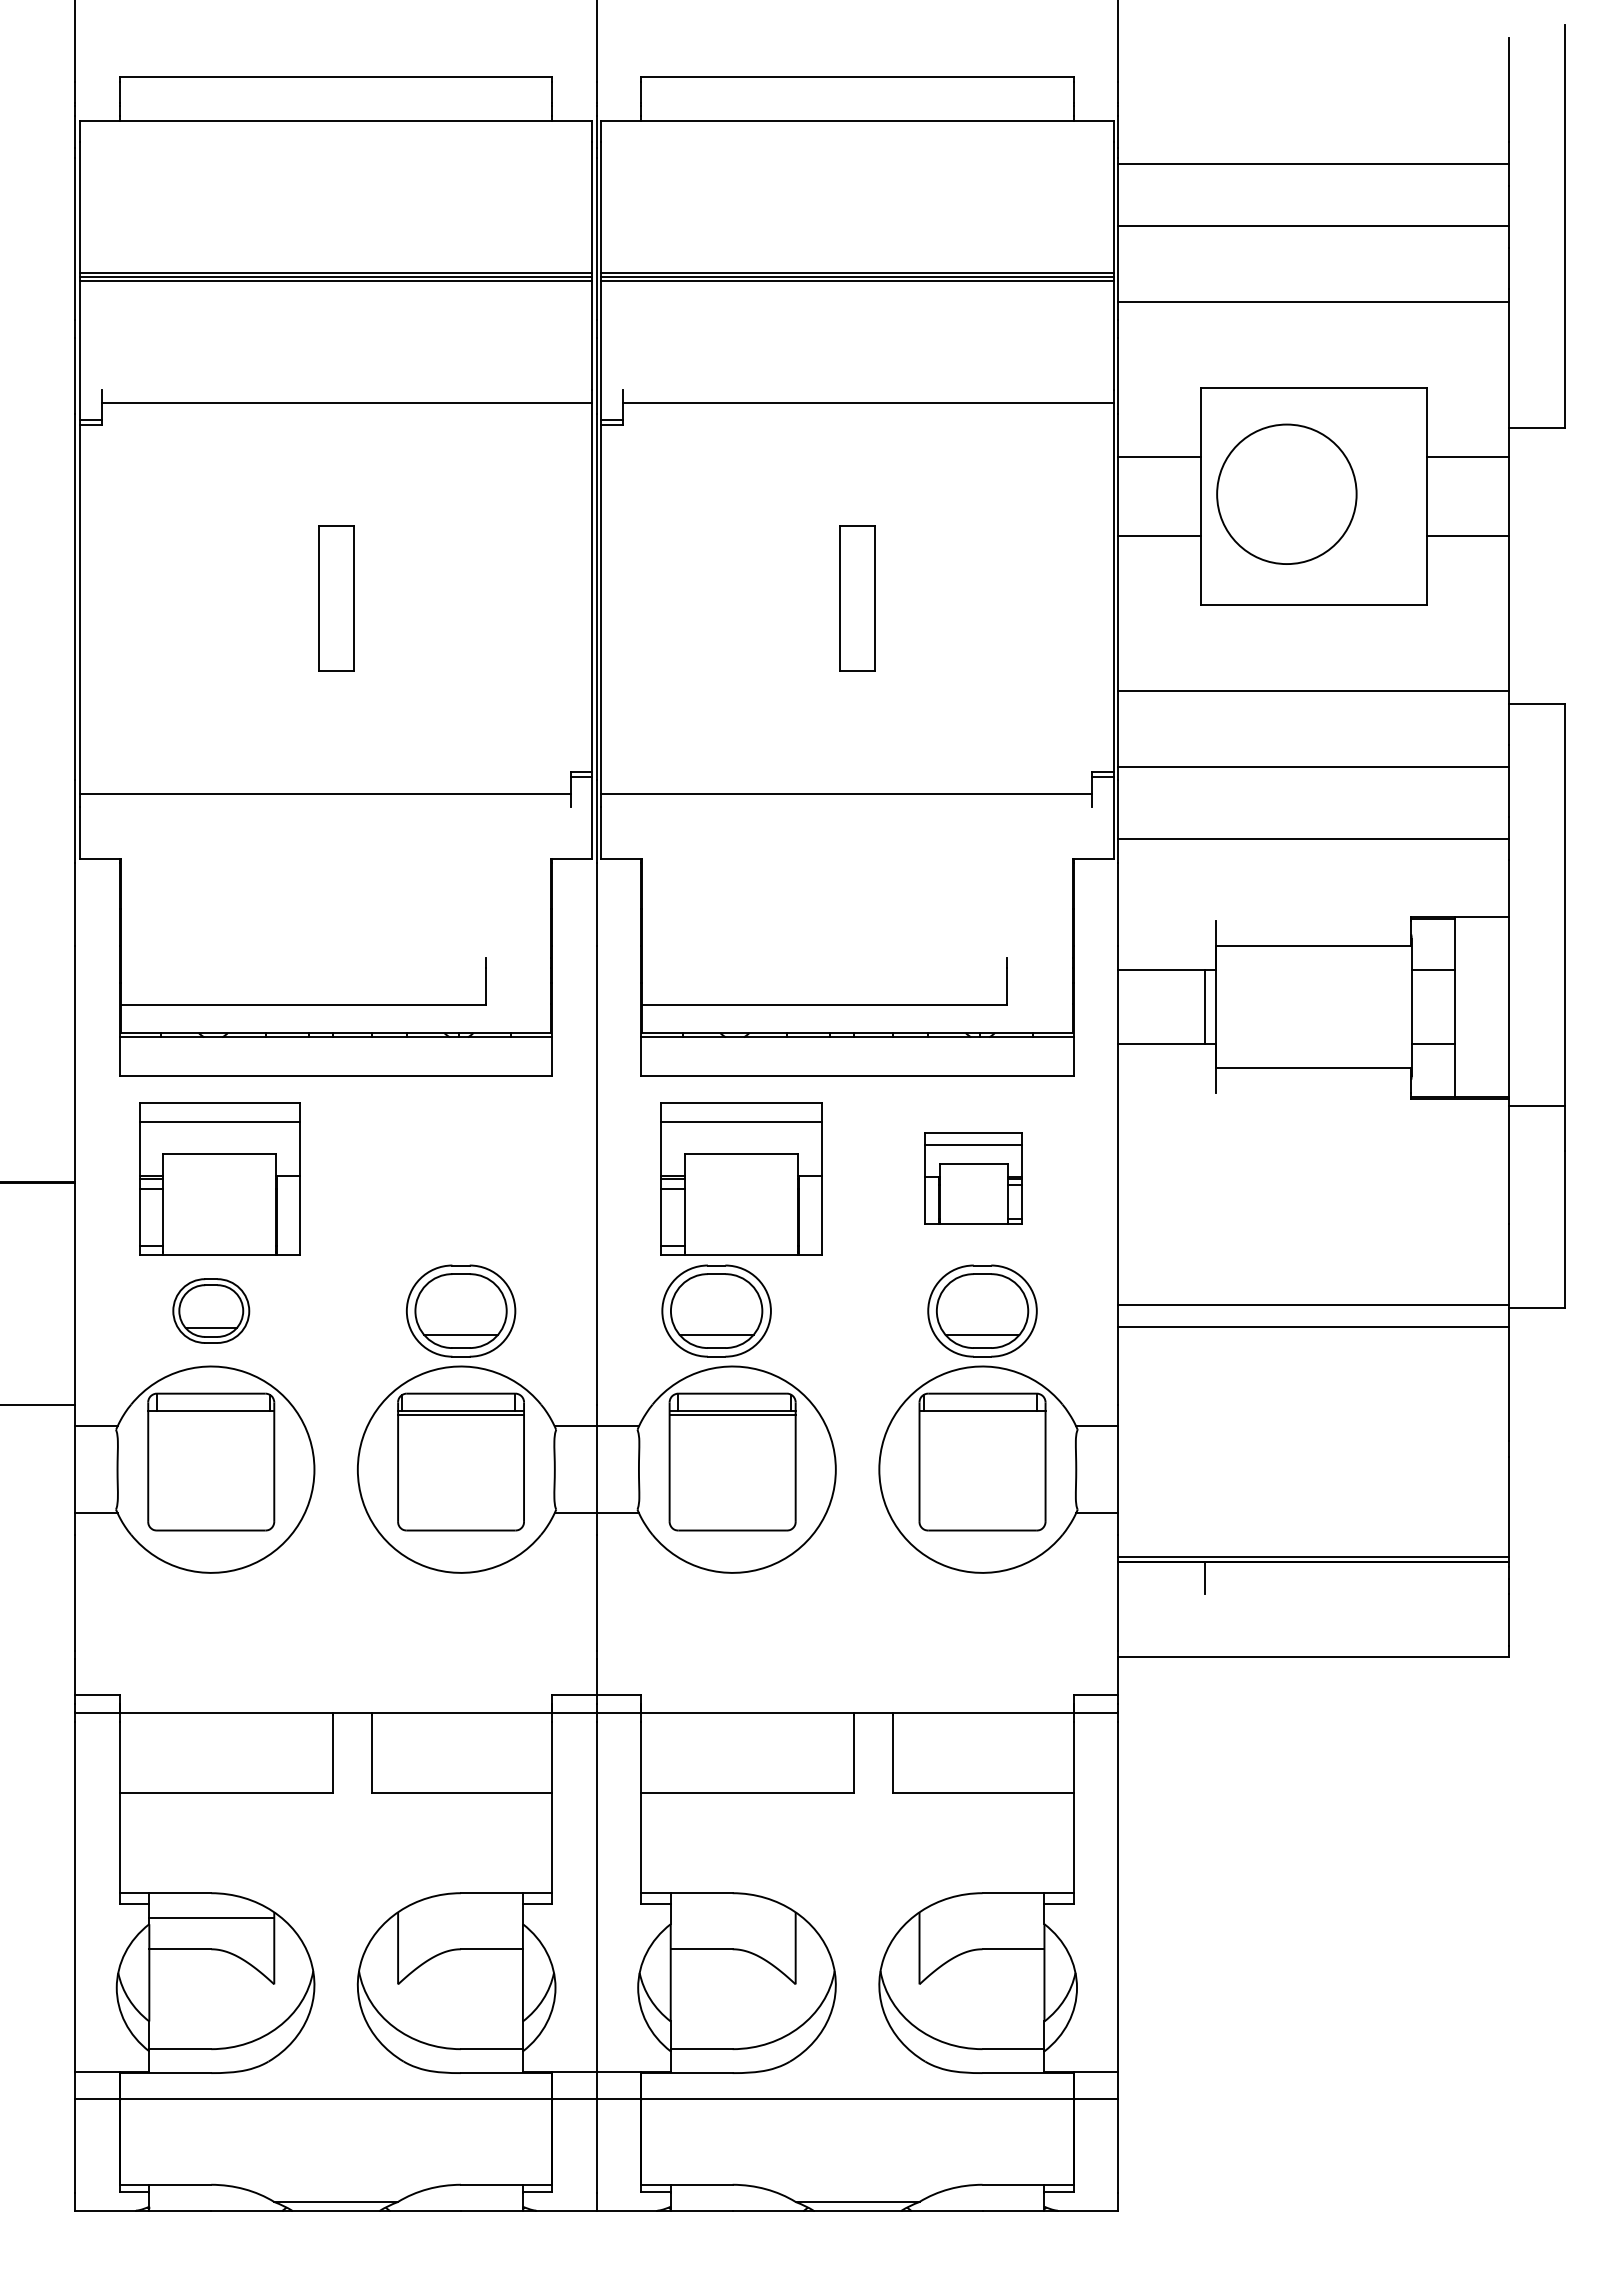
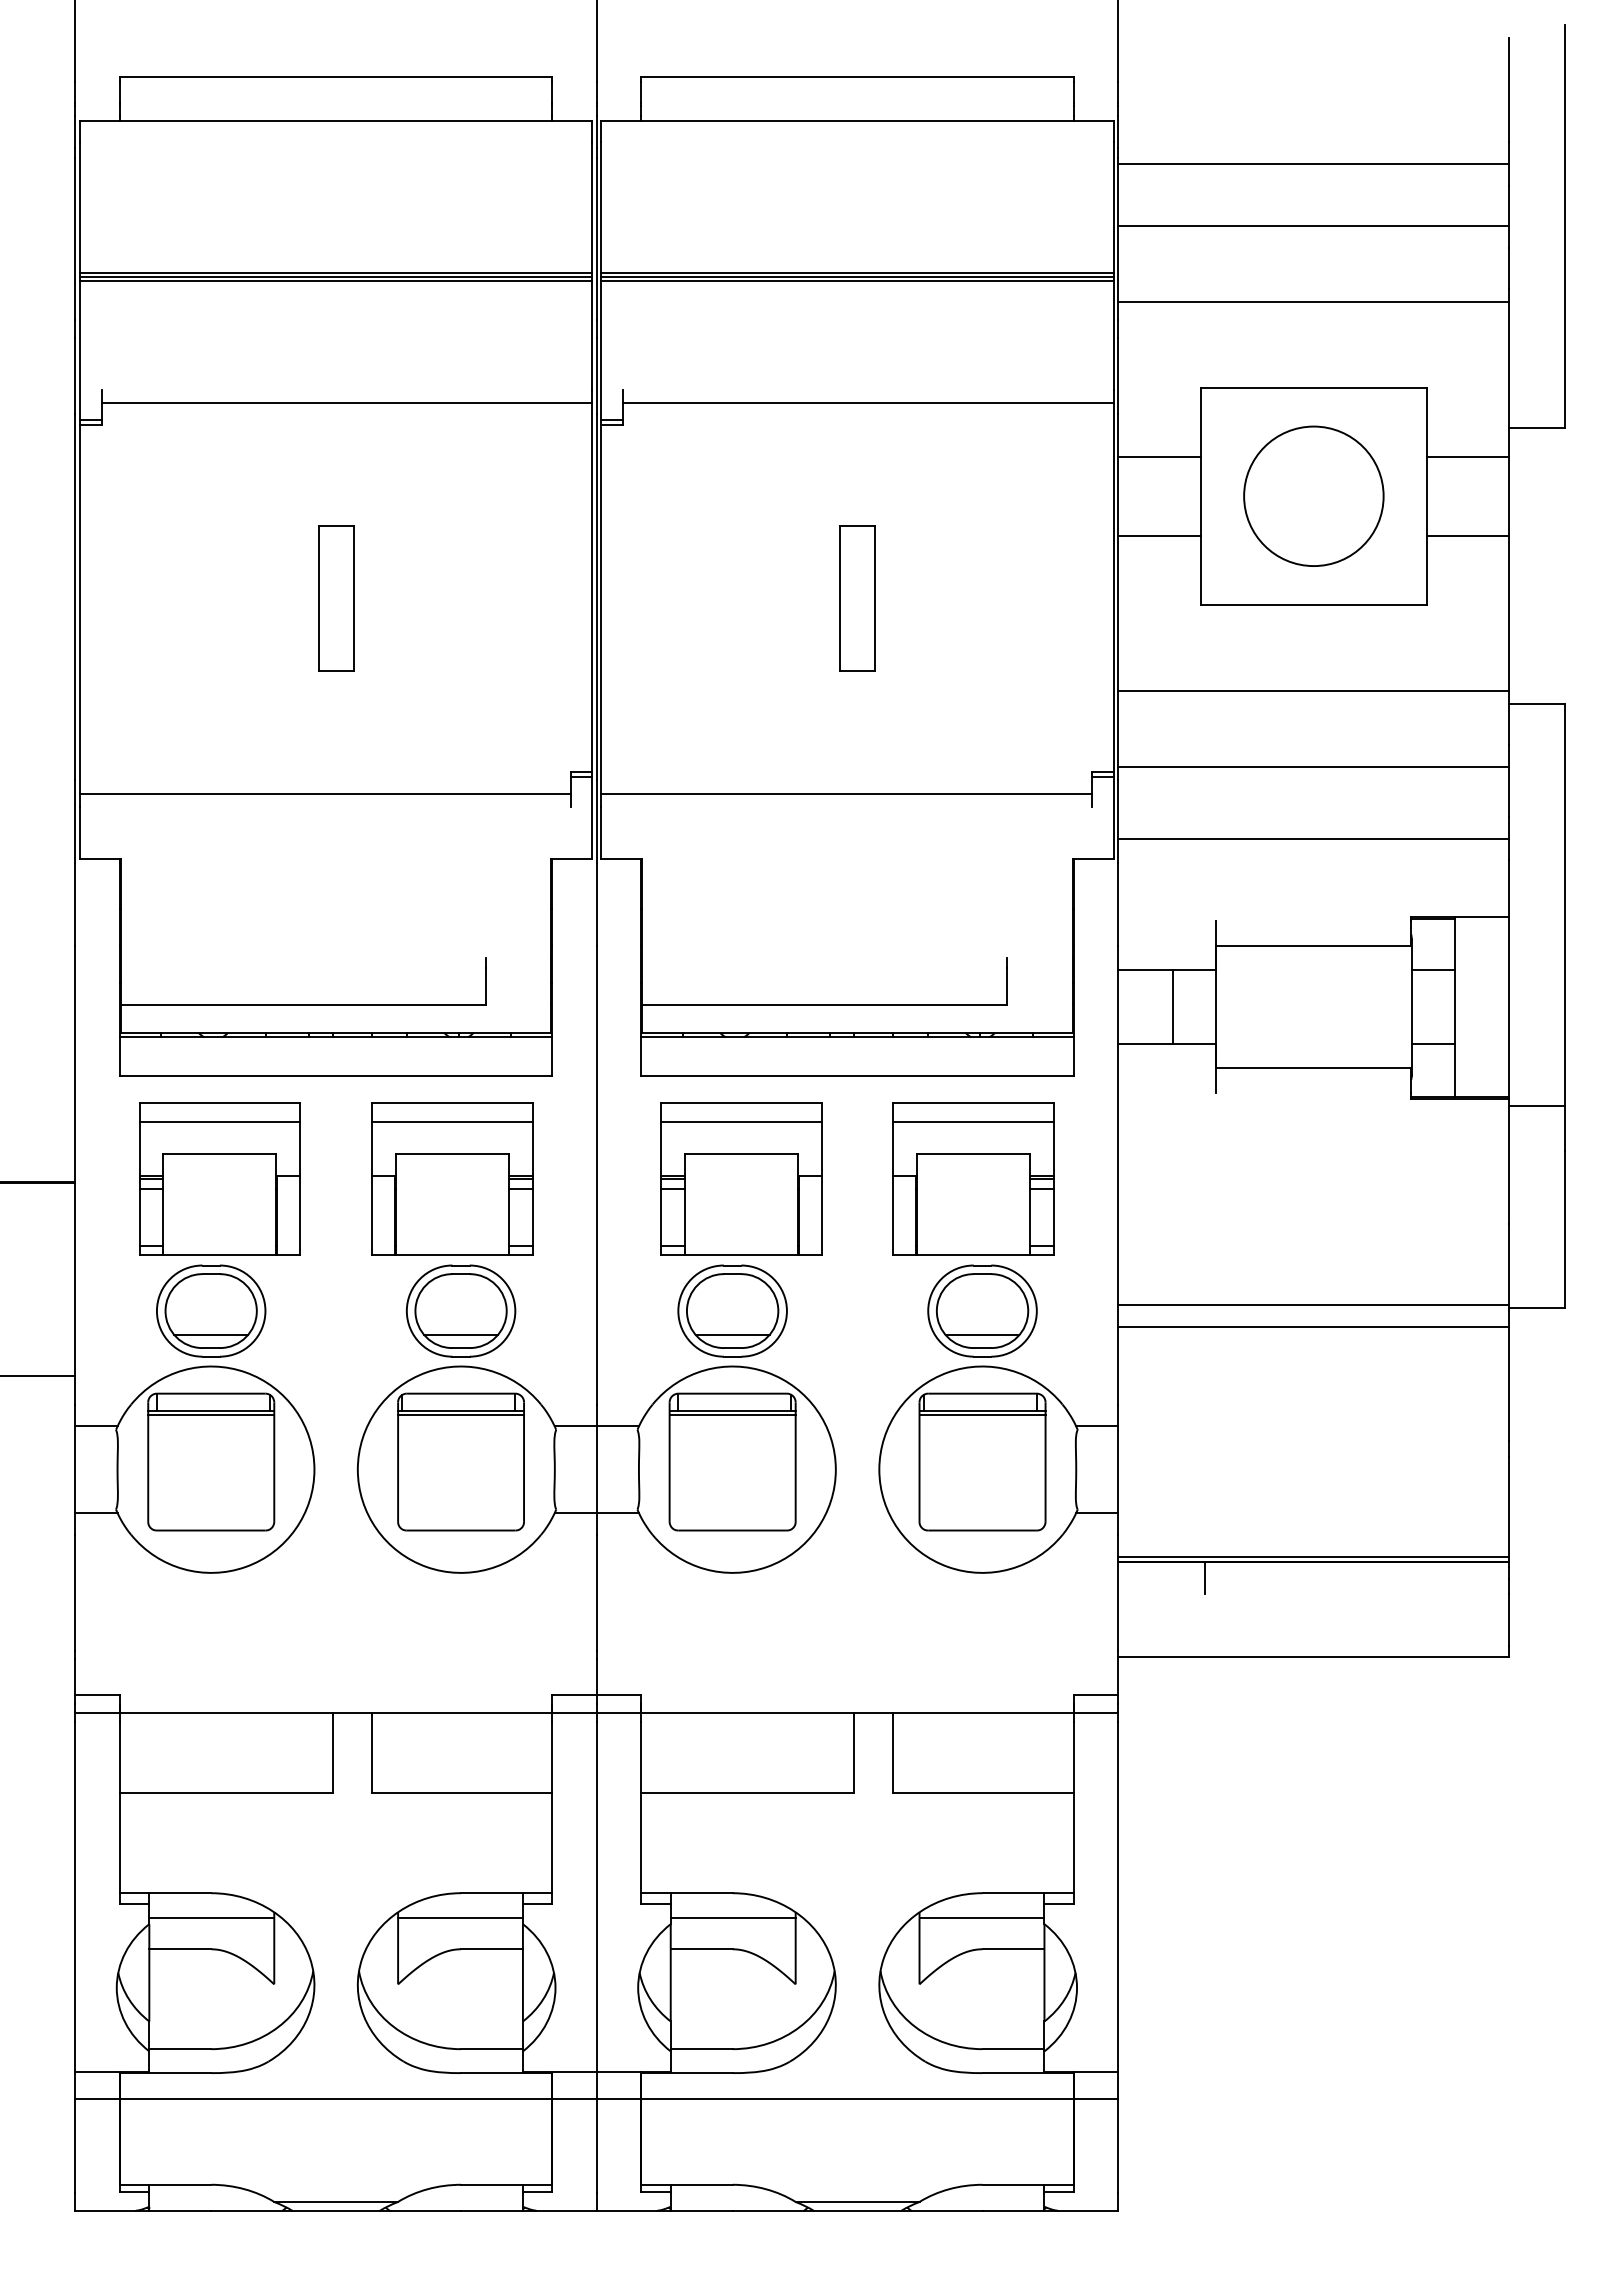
circle at (1286, 493) position: (1286, 493) -> (1313, 495)
line at (1205, 1006) position: (1205, 1006) -> (1173, 1006)
part at (452, 1178): none -> present
part at (973, 1178) size: 99x93 px -> 163x154 px
part at (211, 1310) size: 79x66 px -> 111x94 px
part at (716, 1310) position: (716, 1310) -> (732, 1310)
line at (38, 1404) position: (38, 1404) -> (38, 1375)
line at (211, 1414): none -> present
line at (982, 1414): none -> present
line at (460, 1917): none -> present
line at (732, 1917): none -> present
line at (981, 1917): none -> present
